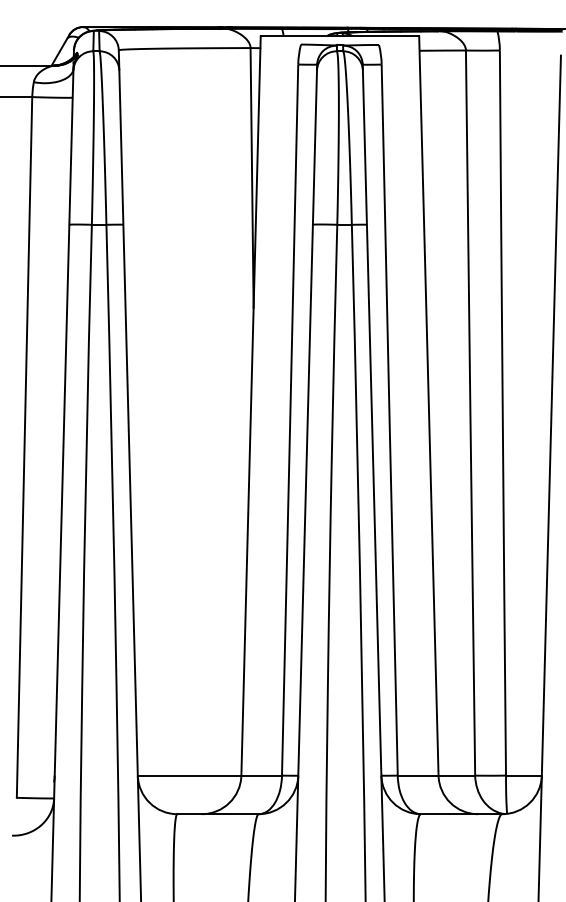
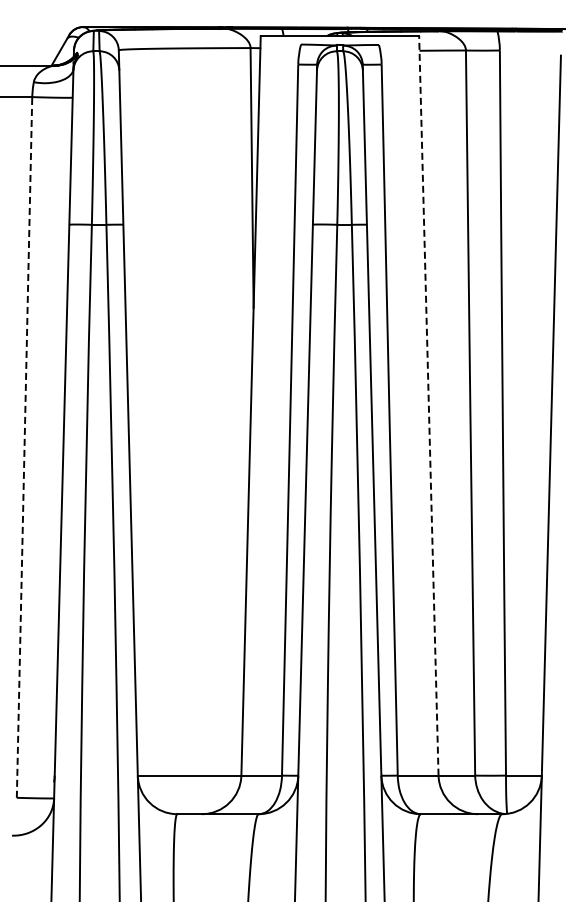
line at (428, 405): solid -> dashed
line at (24, 446): solid -> dashed
